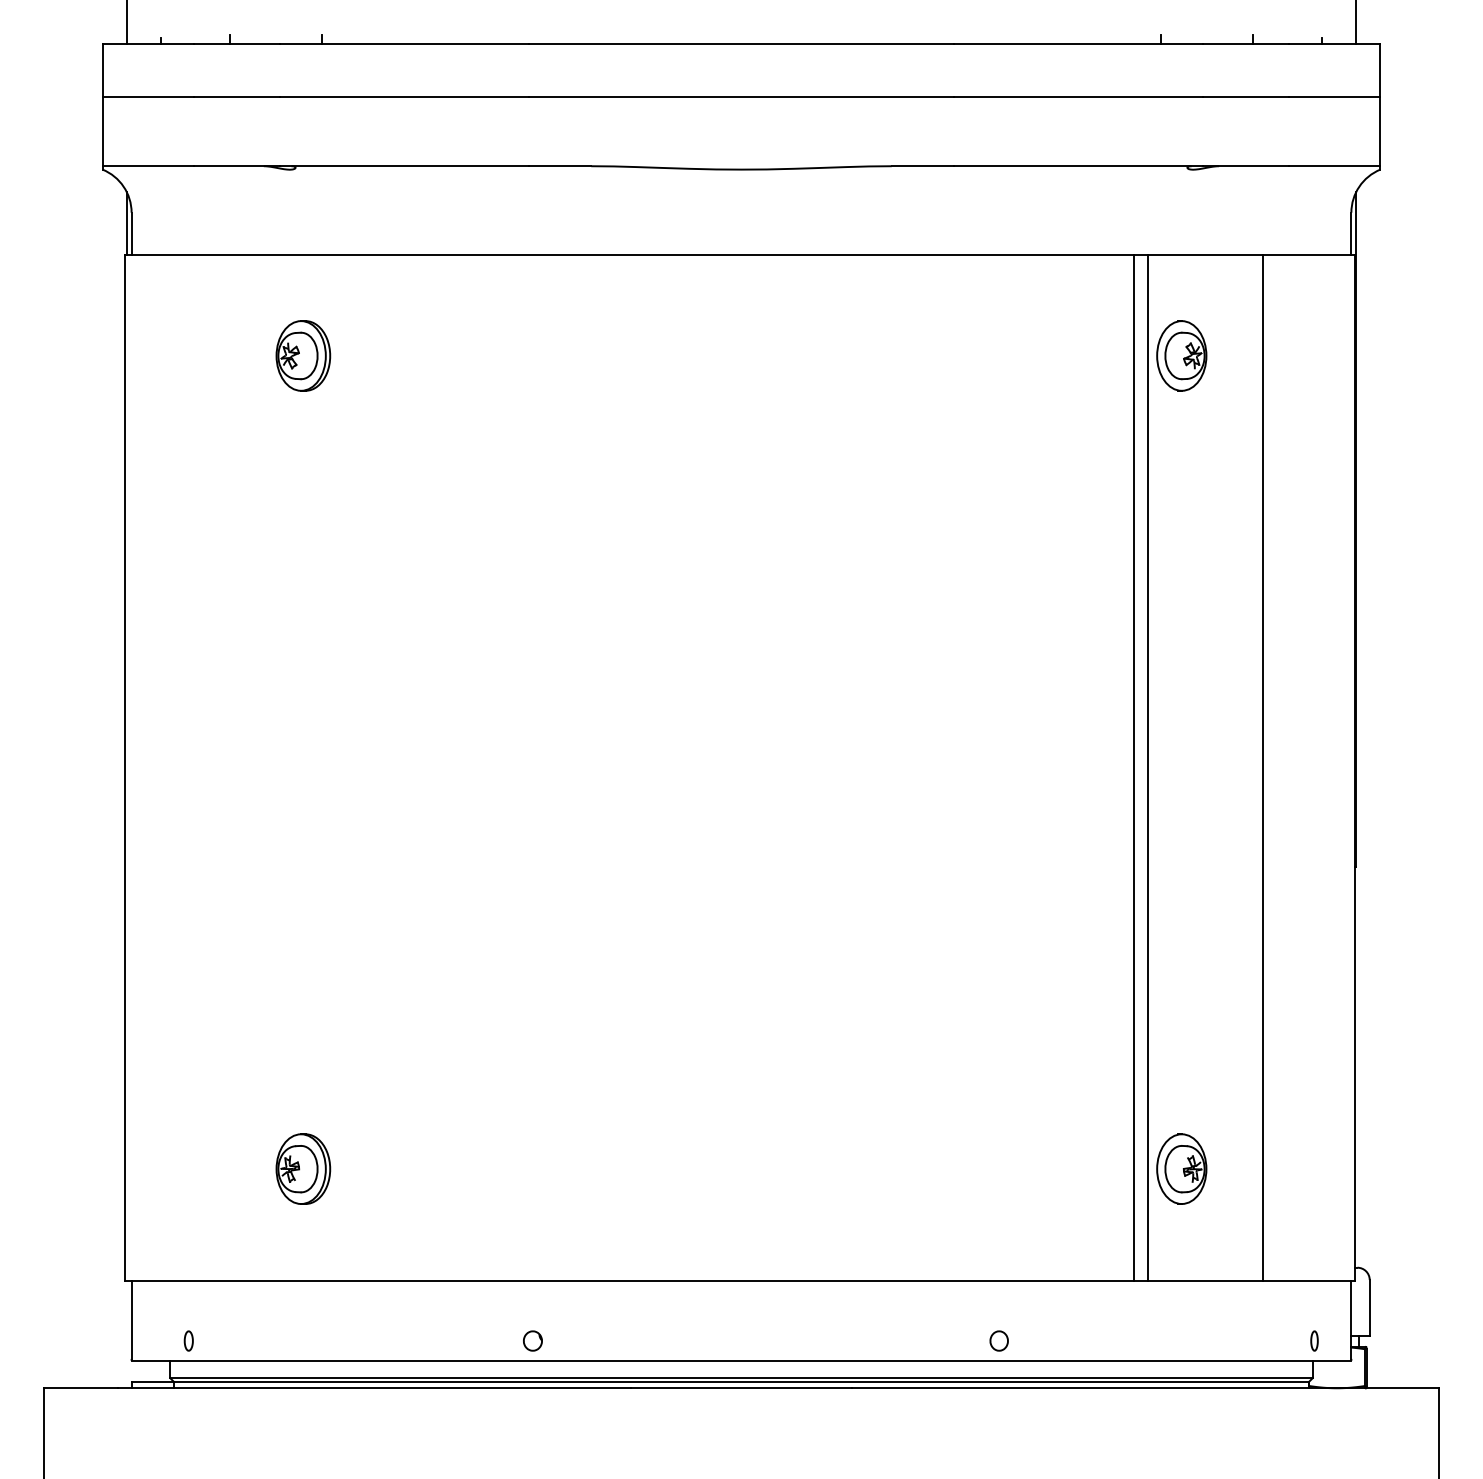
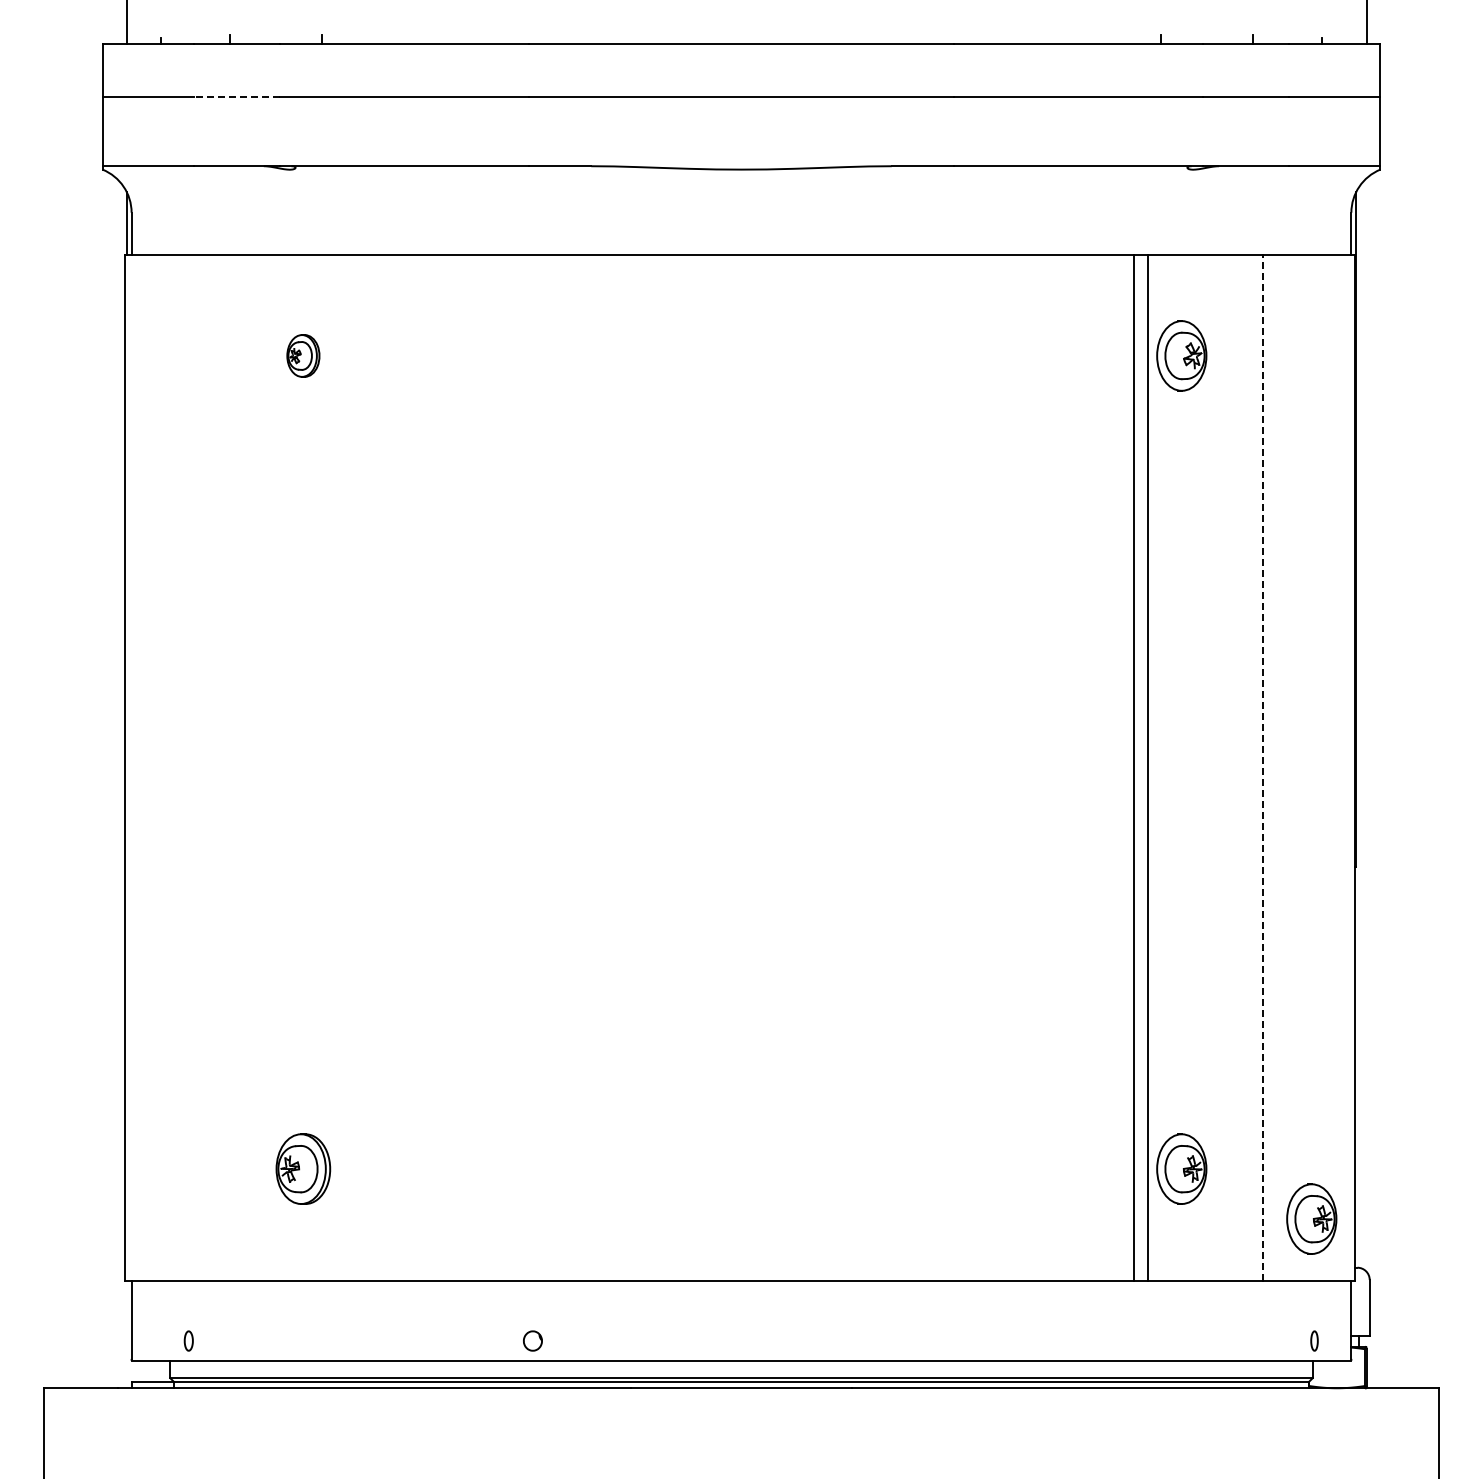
line at (1356, 23) position: (1356, 23) -> (1367, 23)
line at (236, 96): solid -> dashed
part at (303, 355) size: 57x72 px -> 35x44 px
line at (1263, 767): solid -> dashed
part at (1311, 1218): none -> present
part at (998, 1340): present -> none
